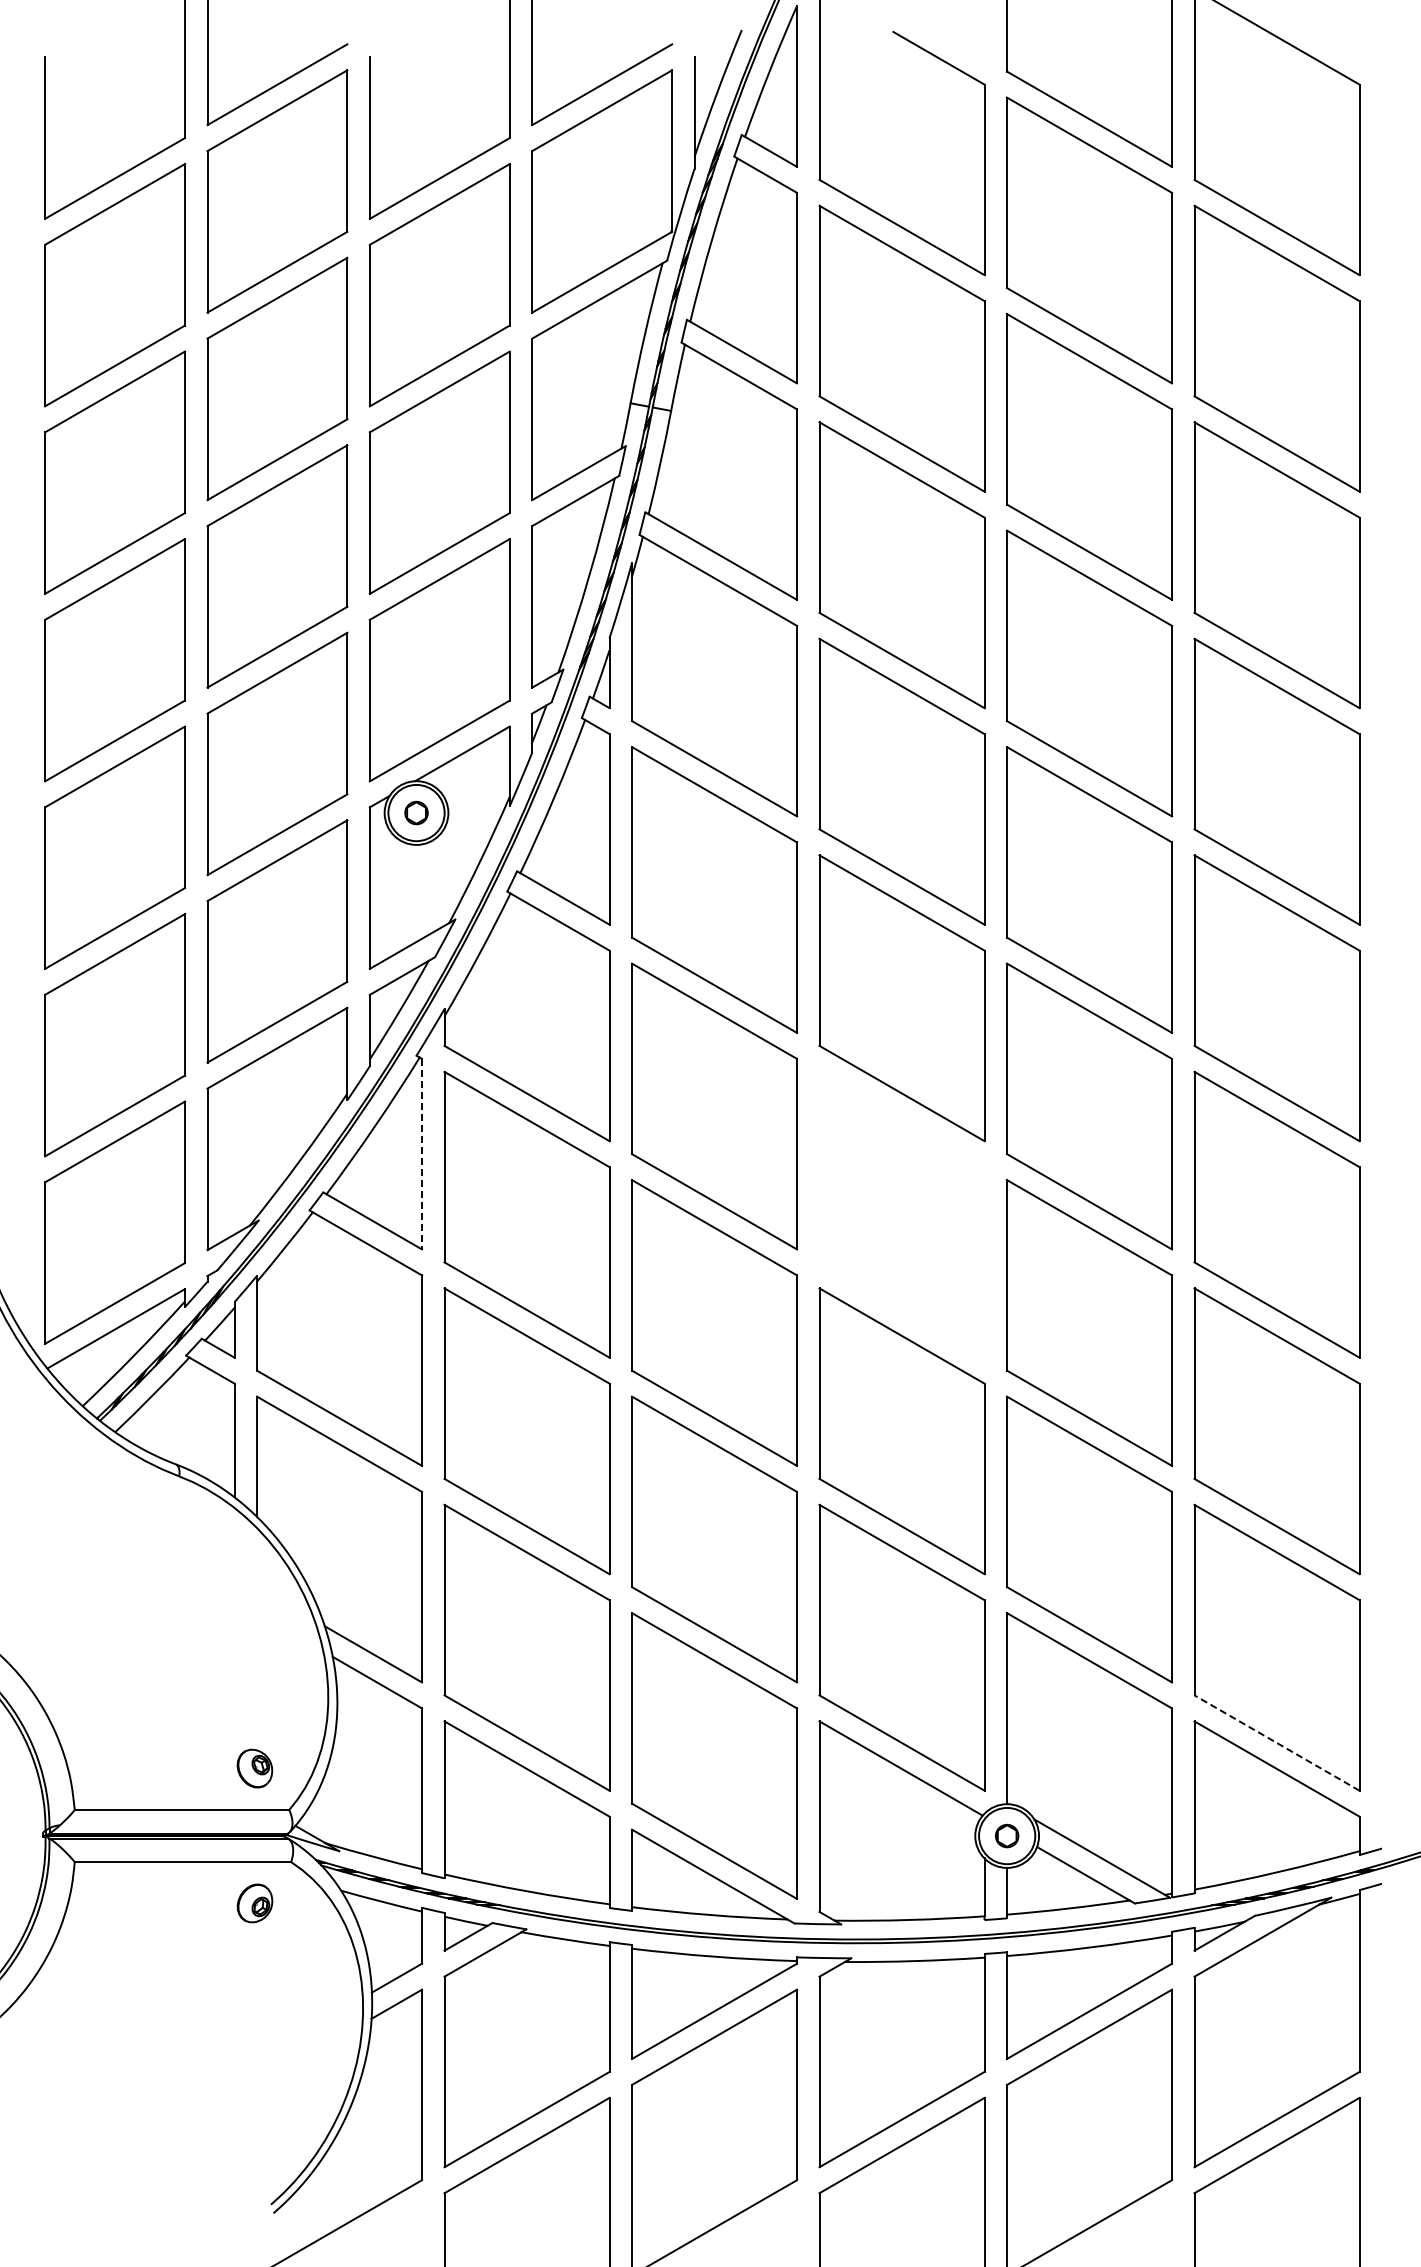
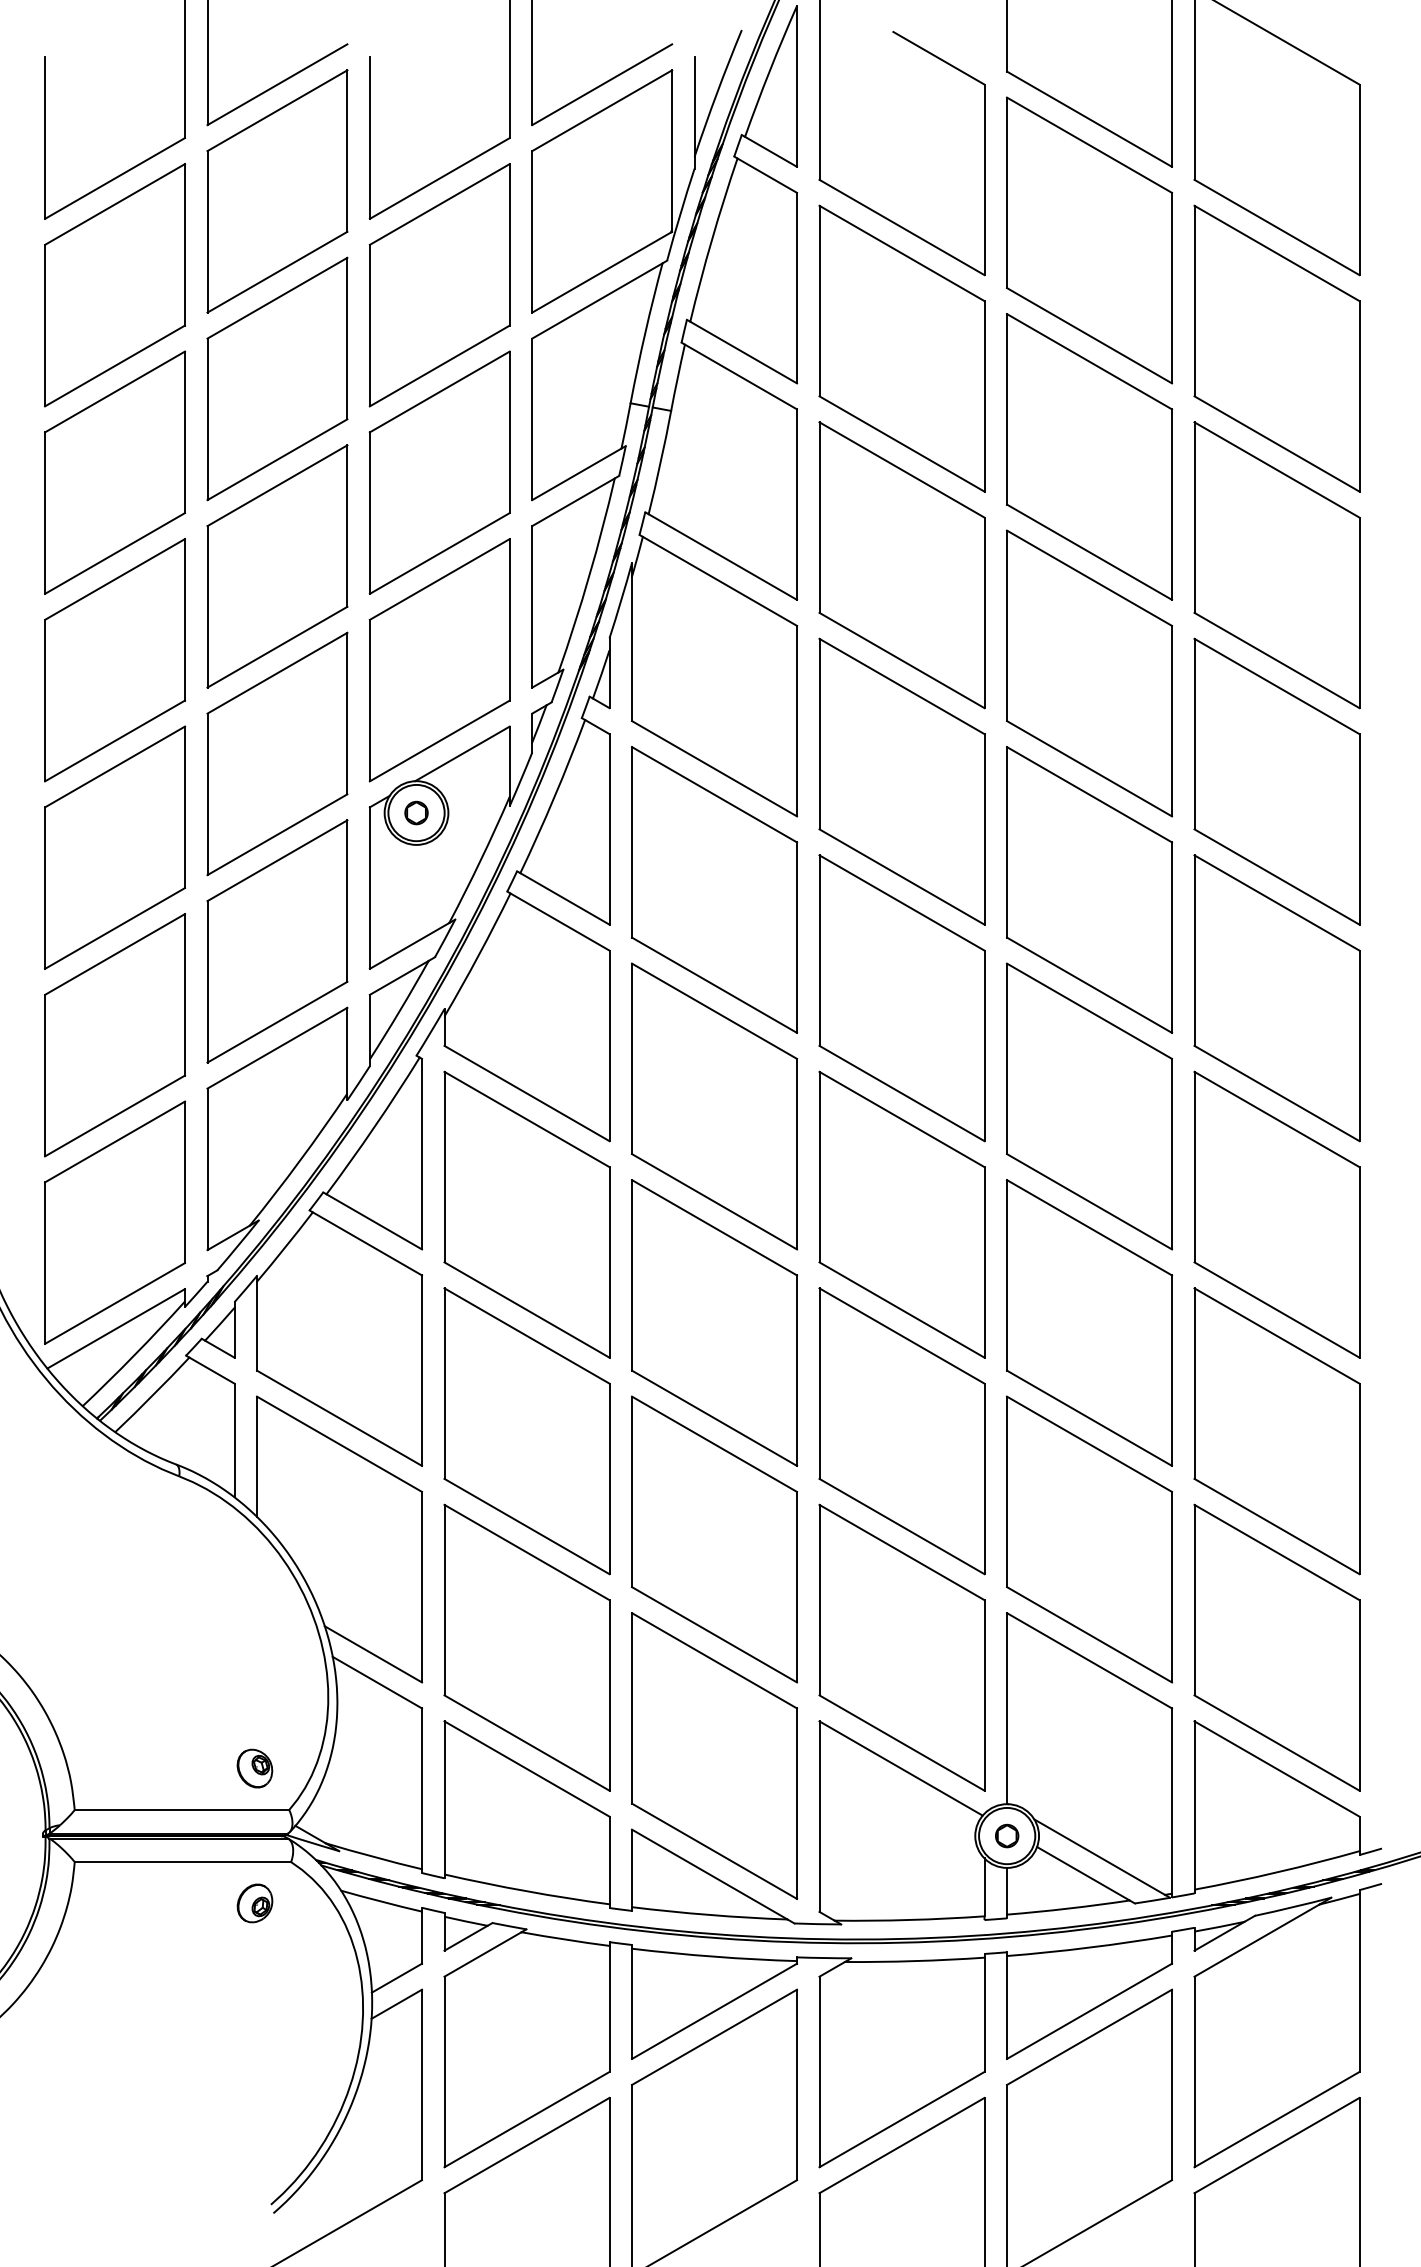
line at (422, 1154): dashed -> solid
part at (901, 1214): none -> present
line at (1276, 1742): dashed -> solid
